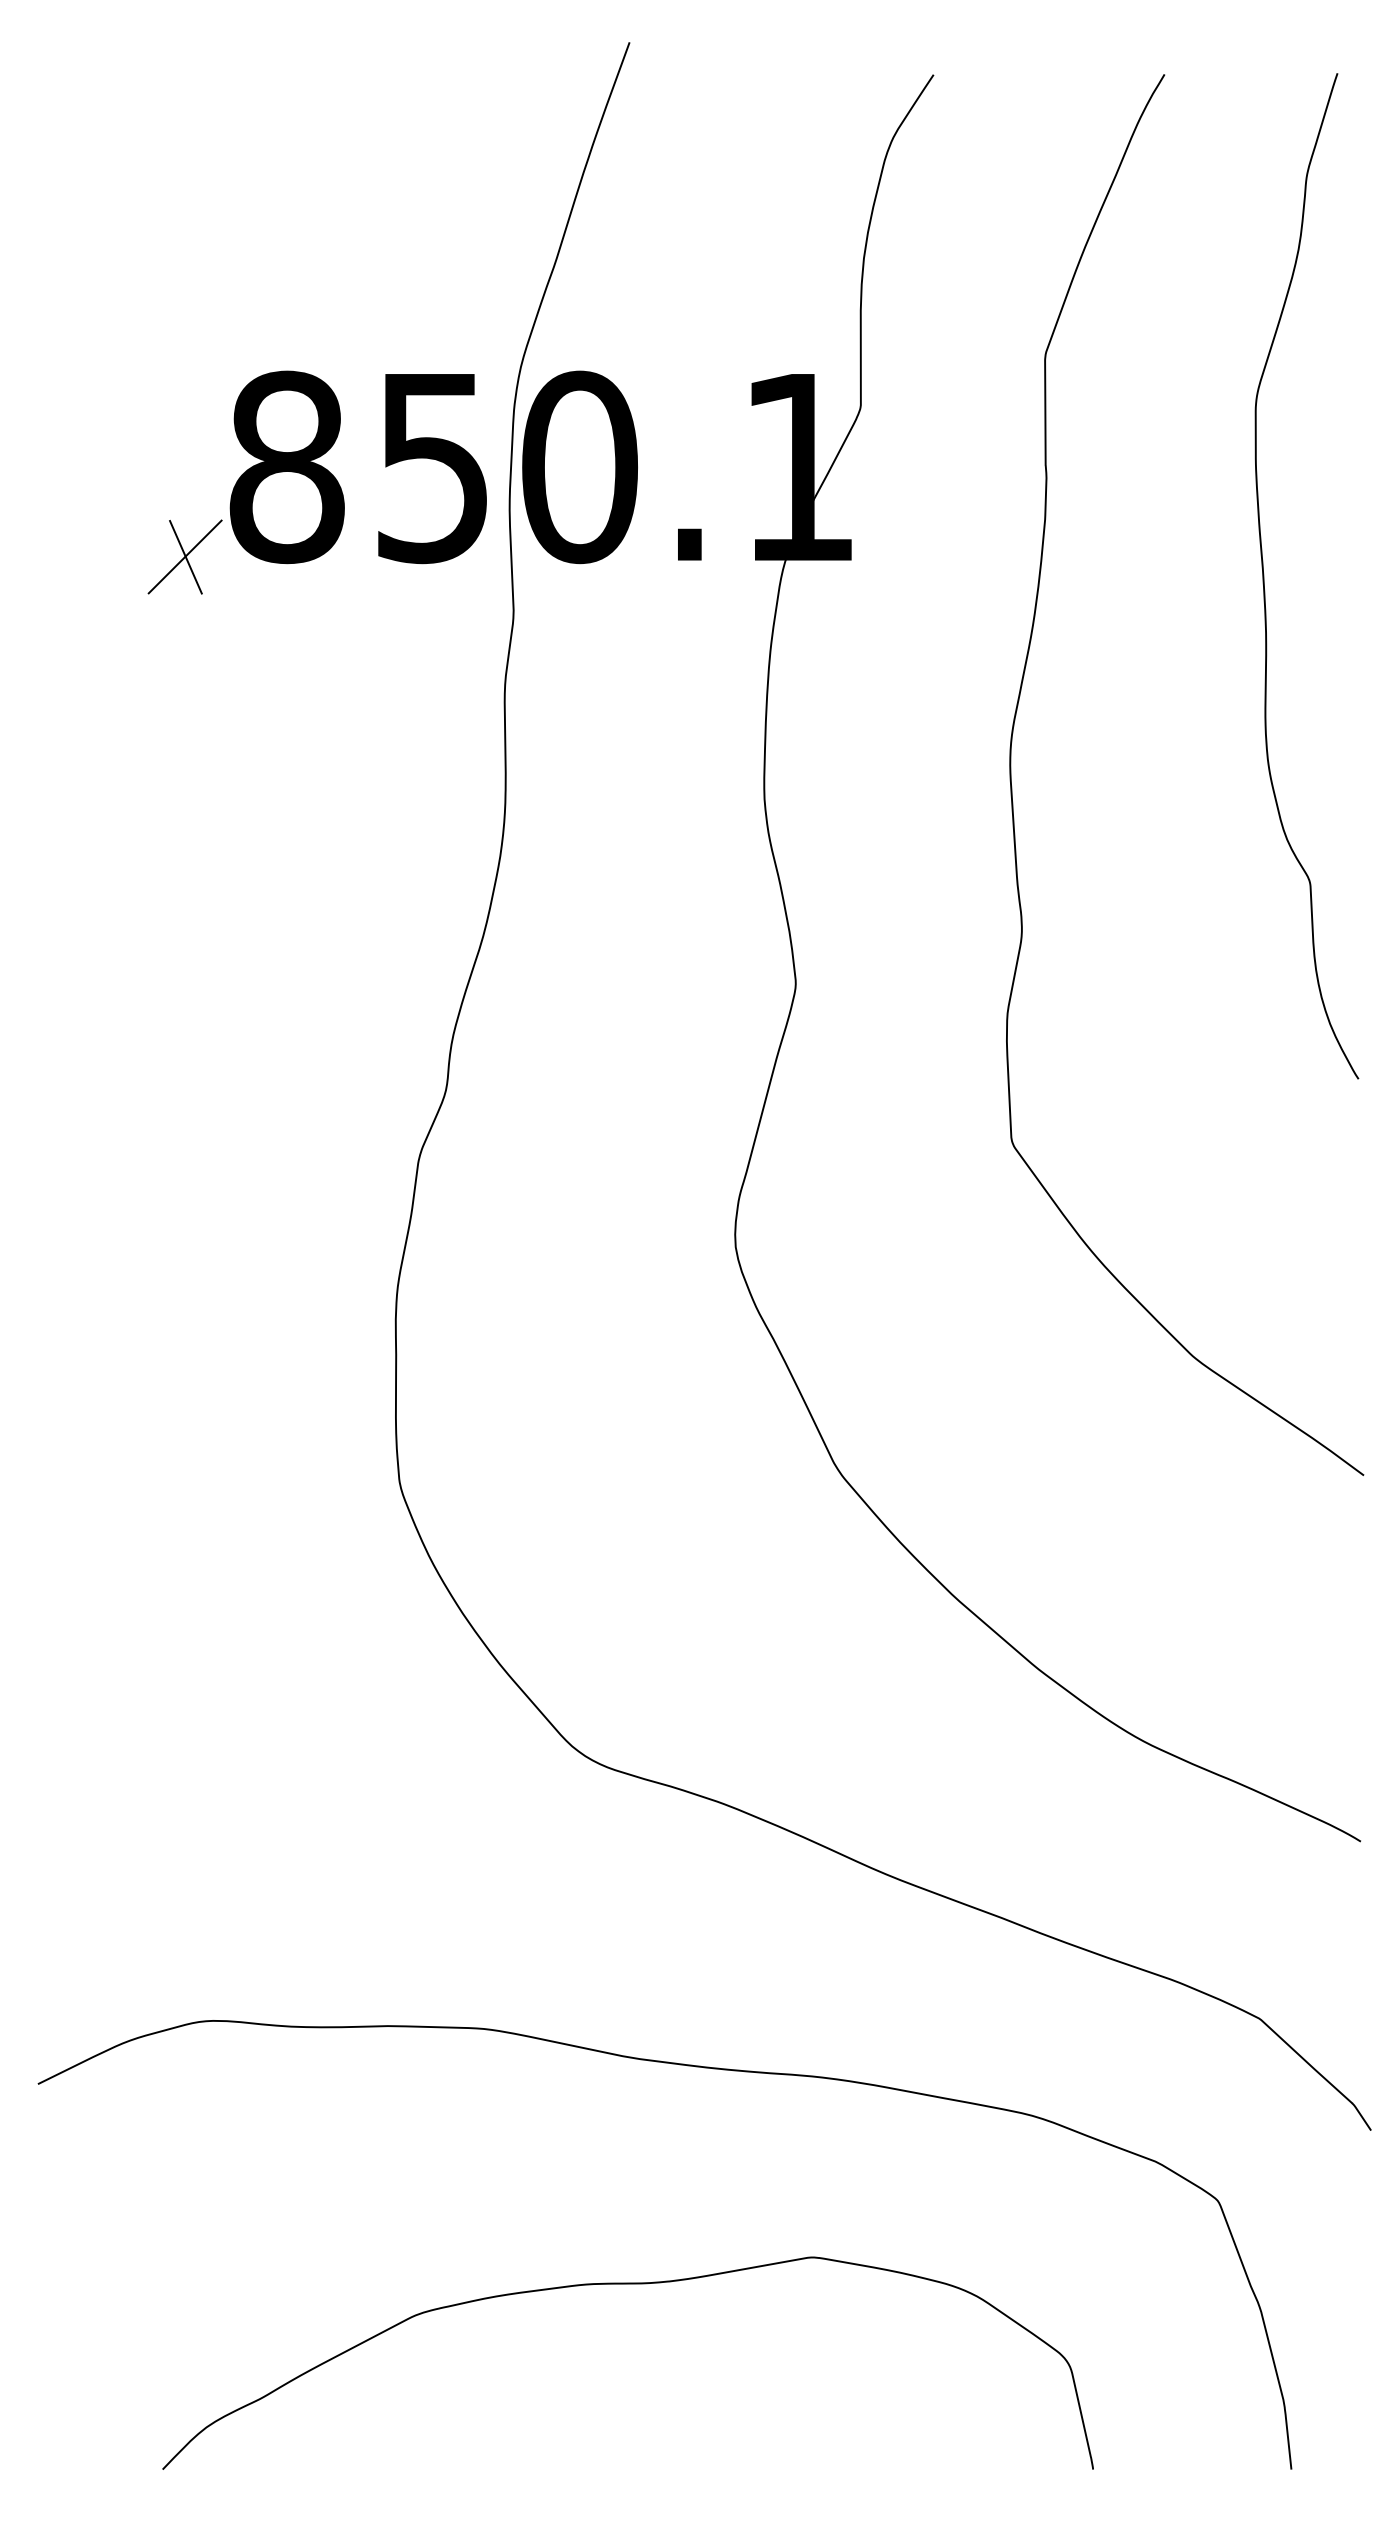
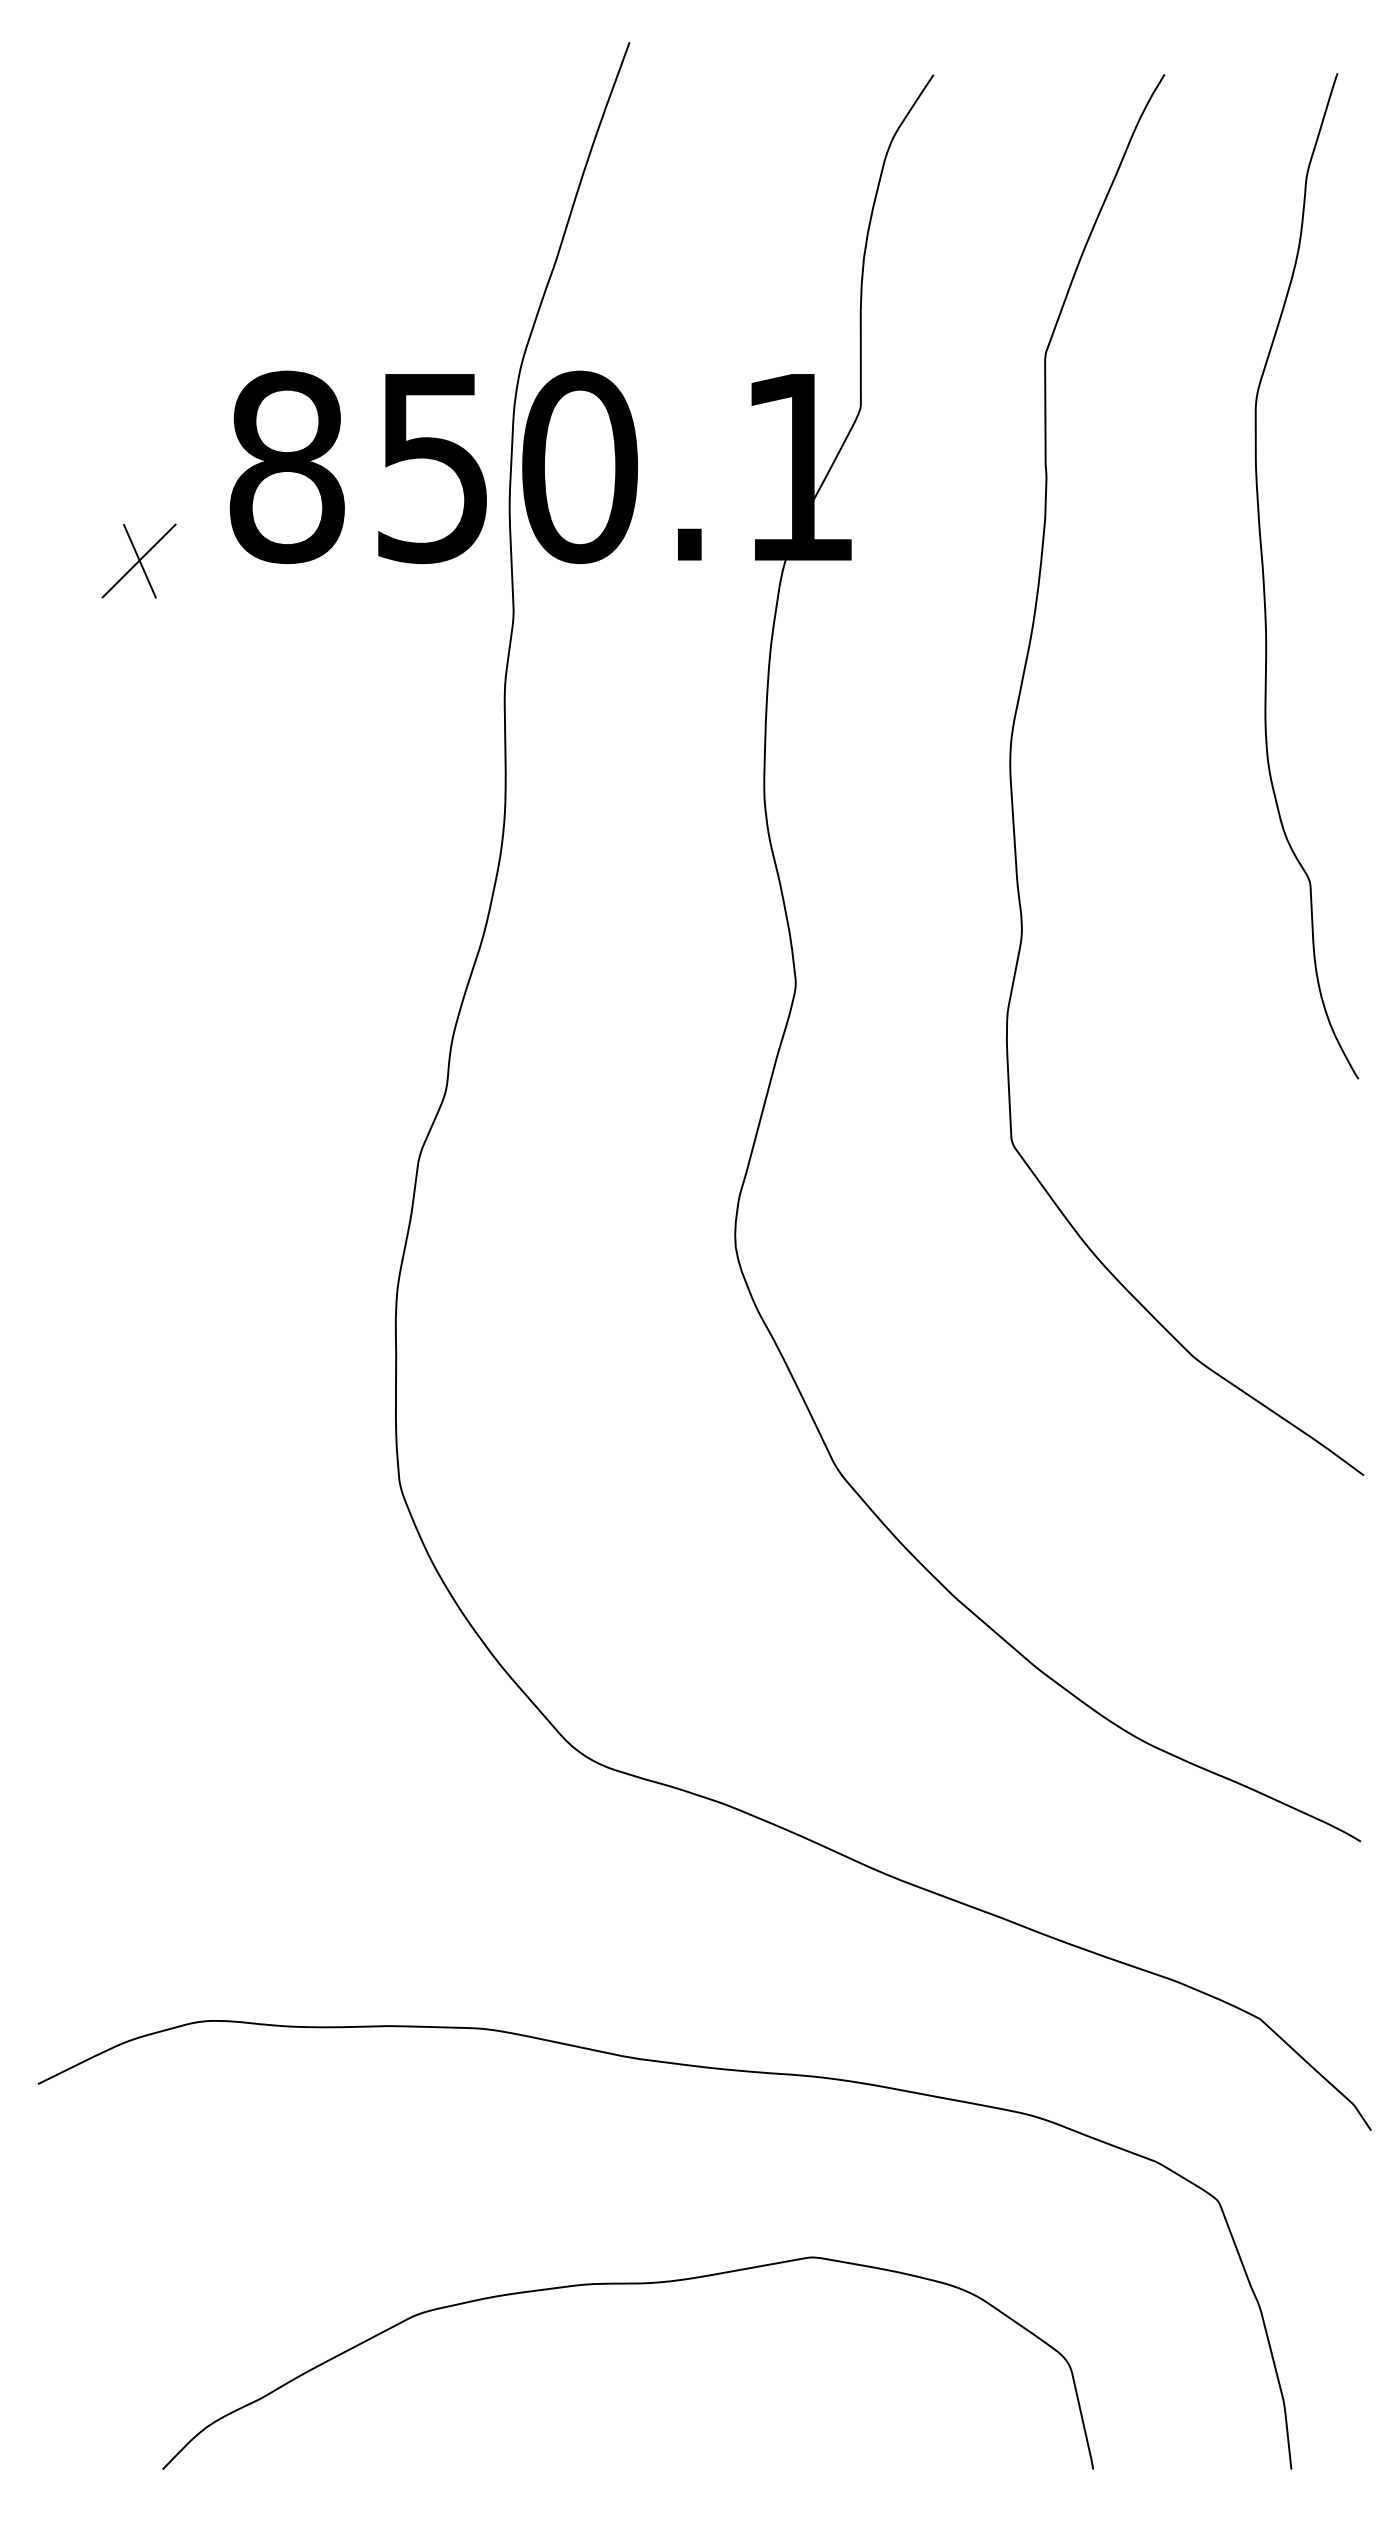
part at (184, 556) position: (184, 556) -> (138, 560)
